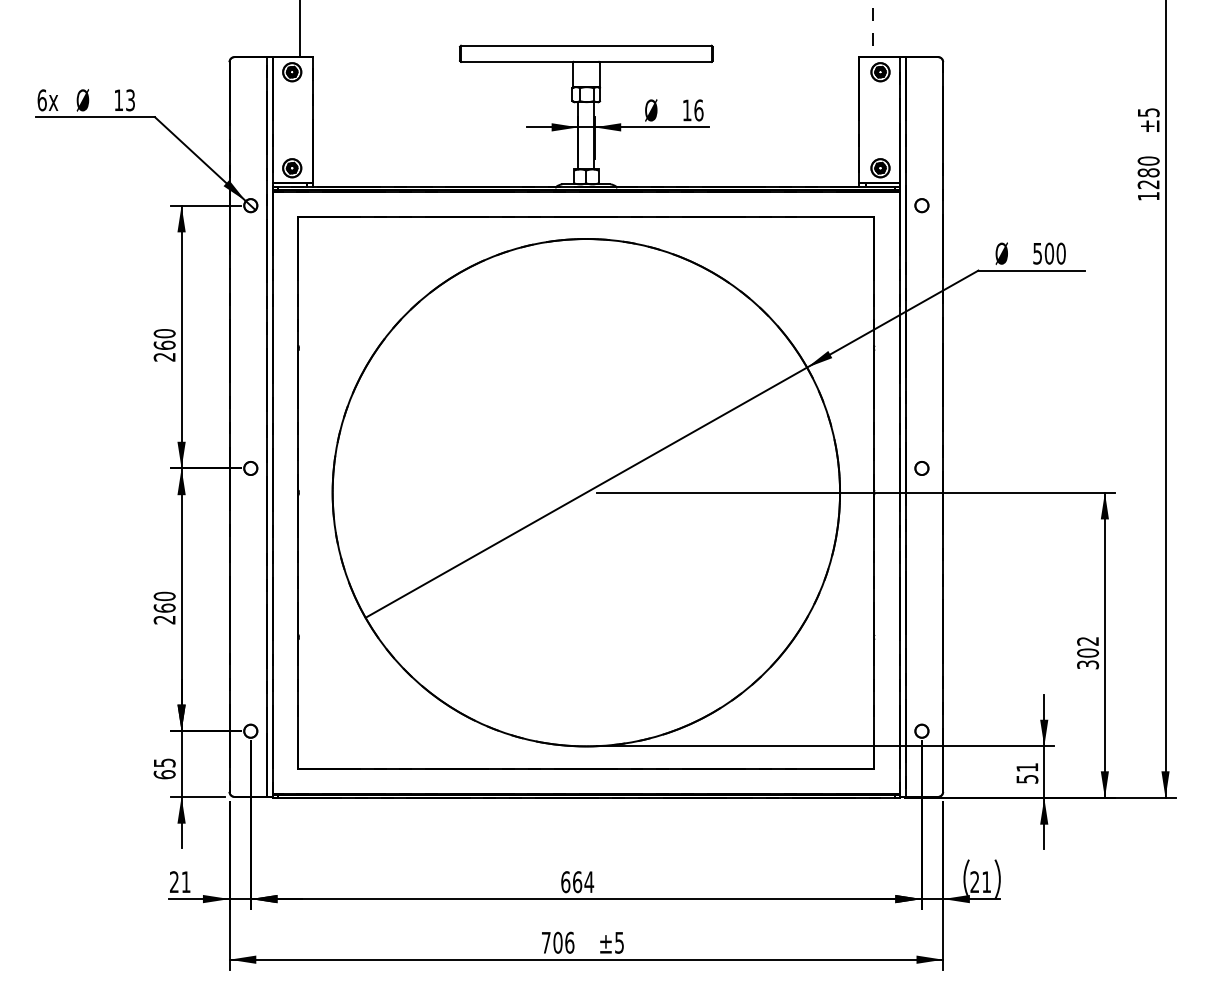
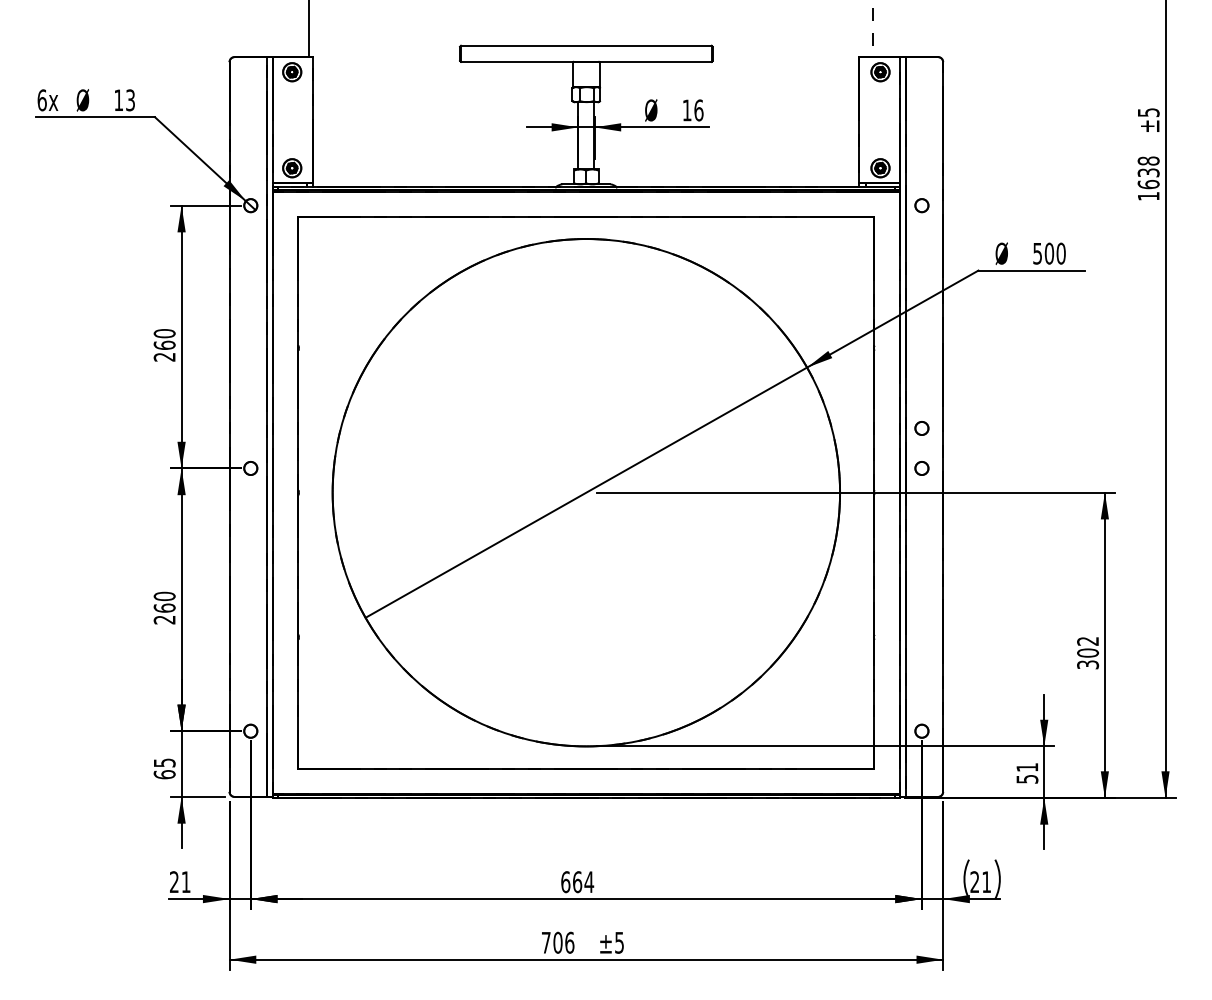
line at (299, 29) position: (299, 29) -> (308, 29)
text at (1148, 172): 1280 -> 1638
circle at (921, 428): none -> present
